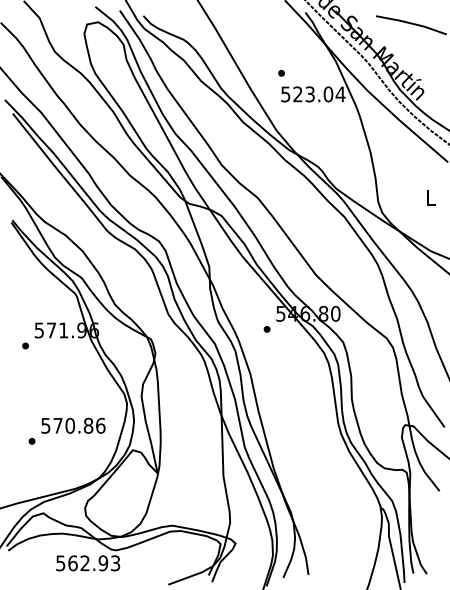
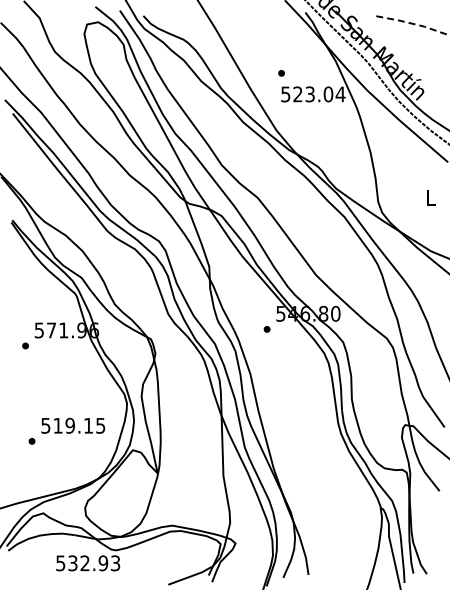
line at (411, 23): solid -> dashed
text at (79, 425): 570.86 -> 519.15
text at (72, 563): 562.93 -> 532.93
